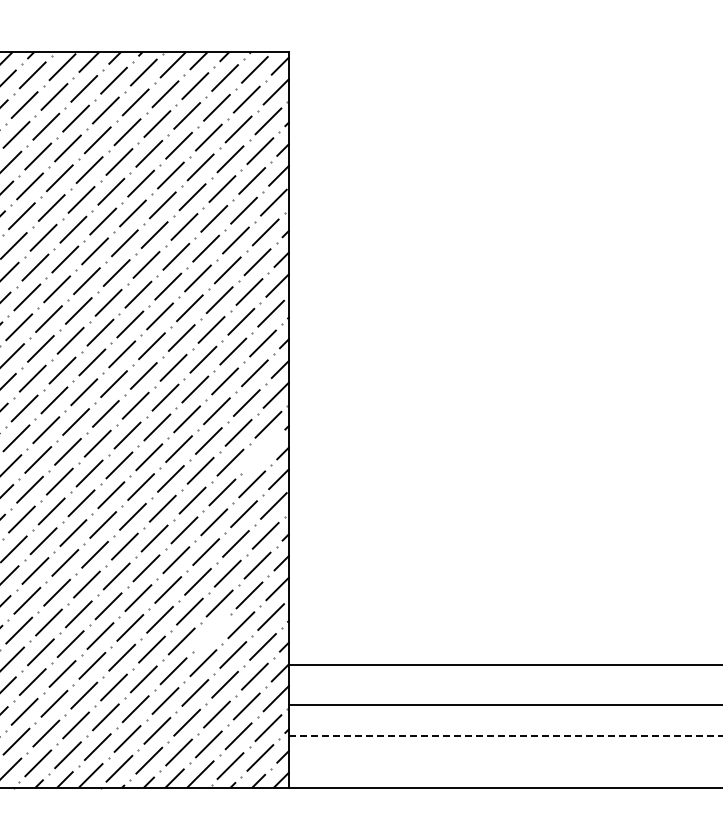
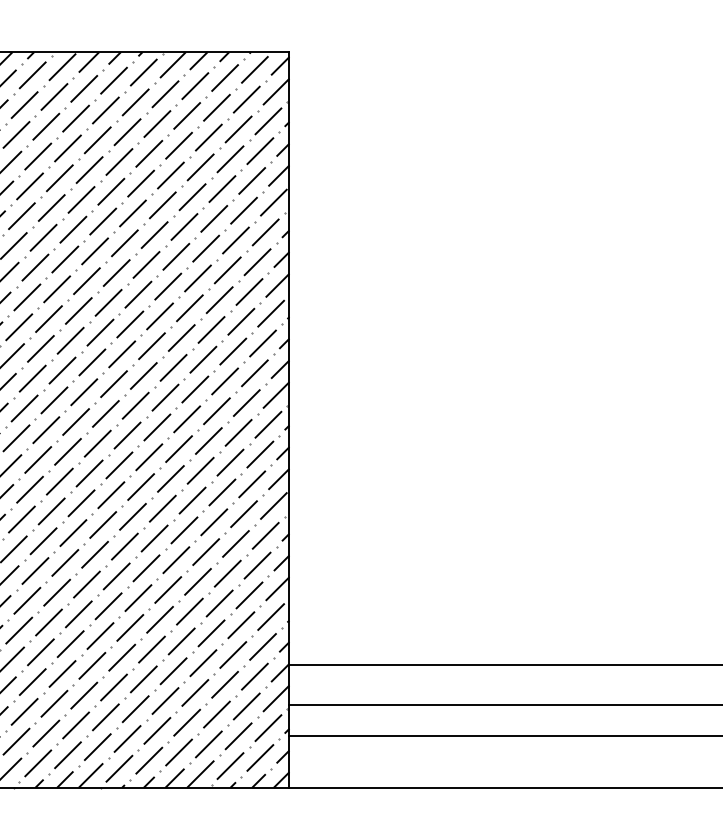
line at (263, 451): none -> present
line at (211, 632): none -> present
line at (506, 736): dashed -> solid
